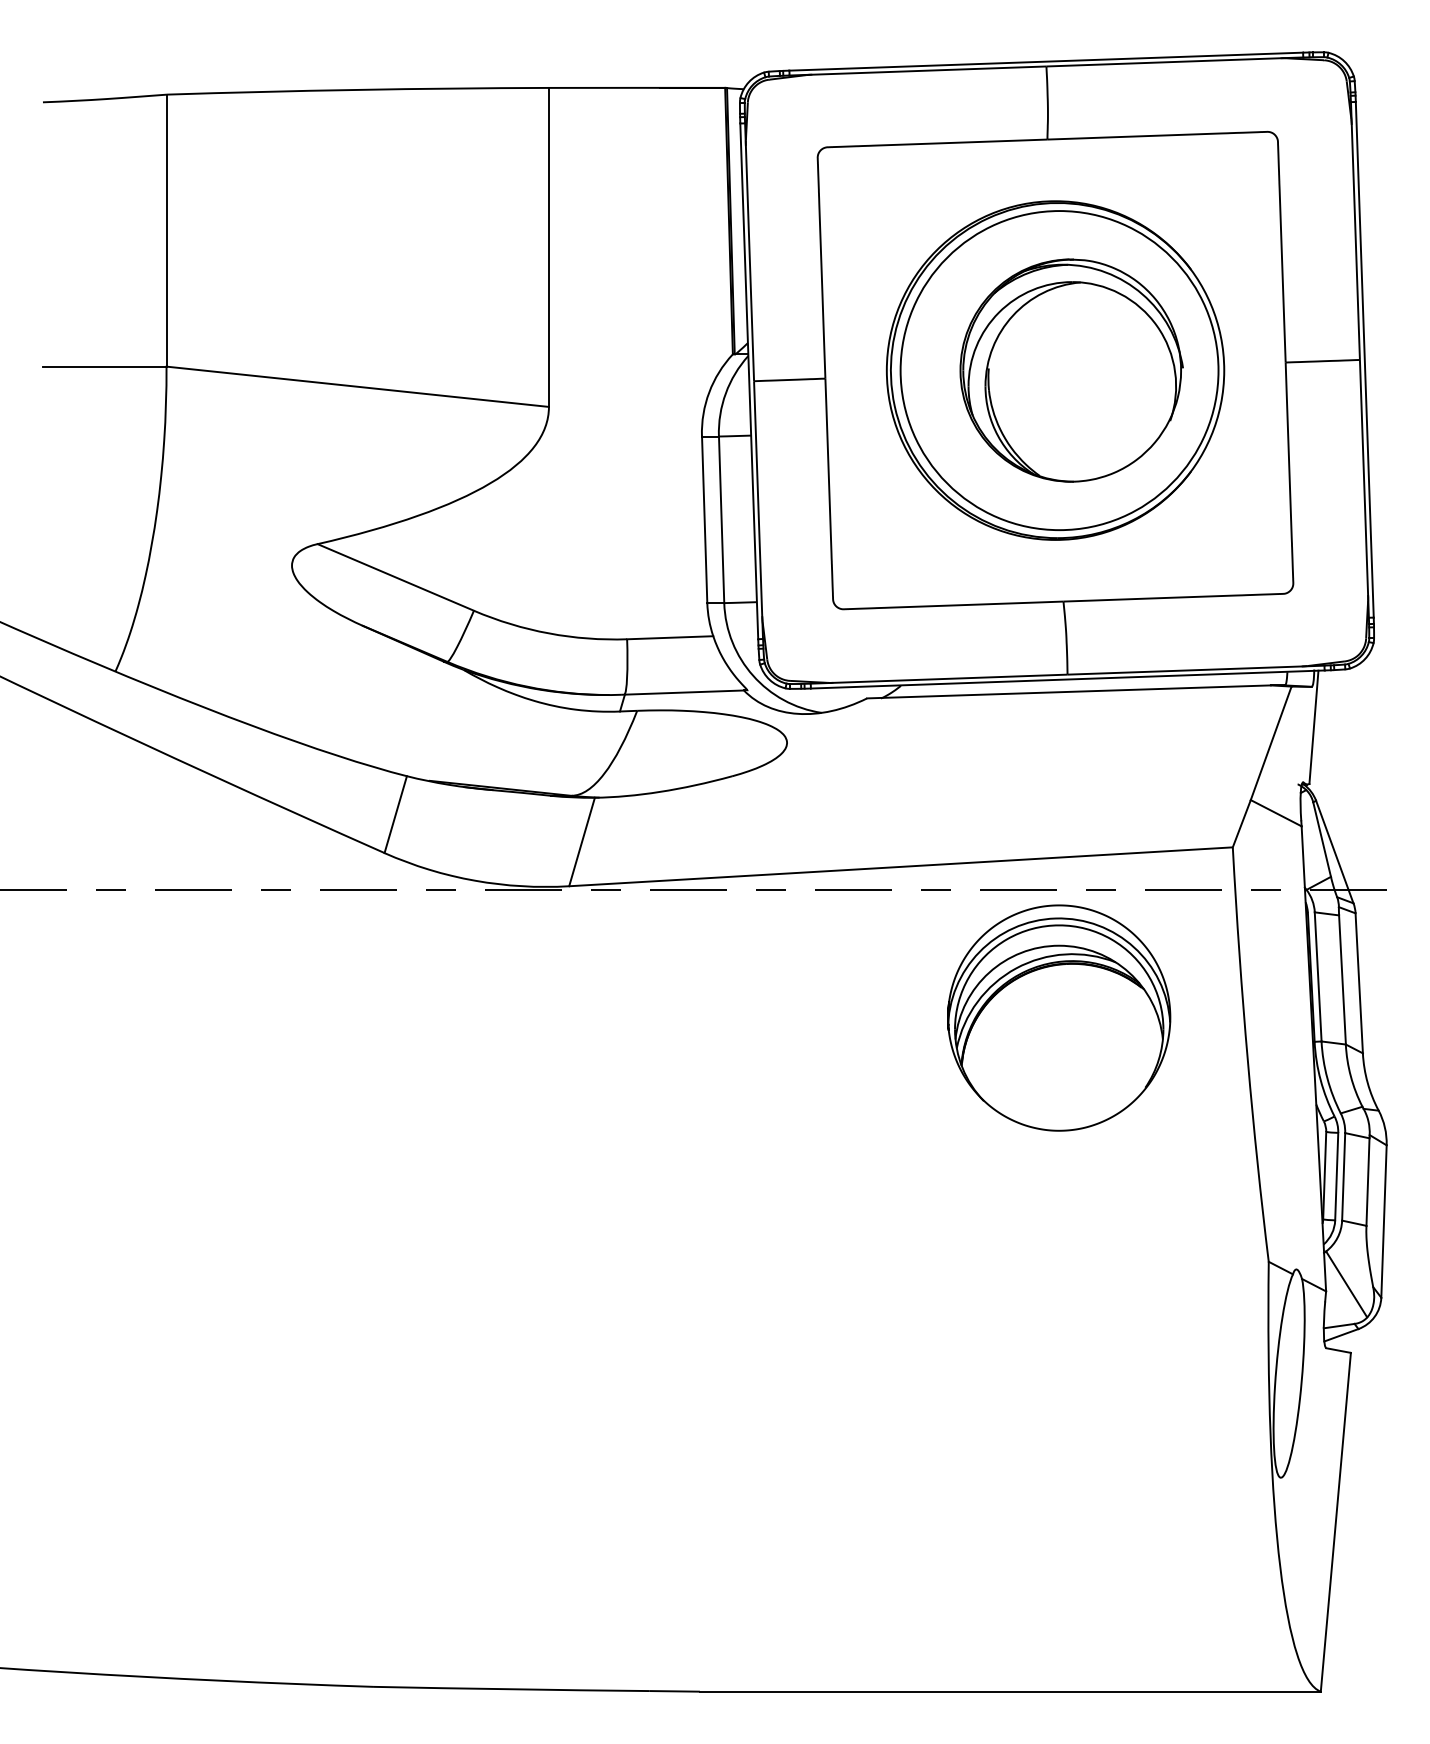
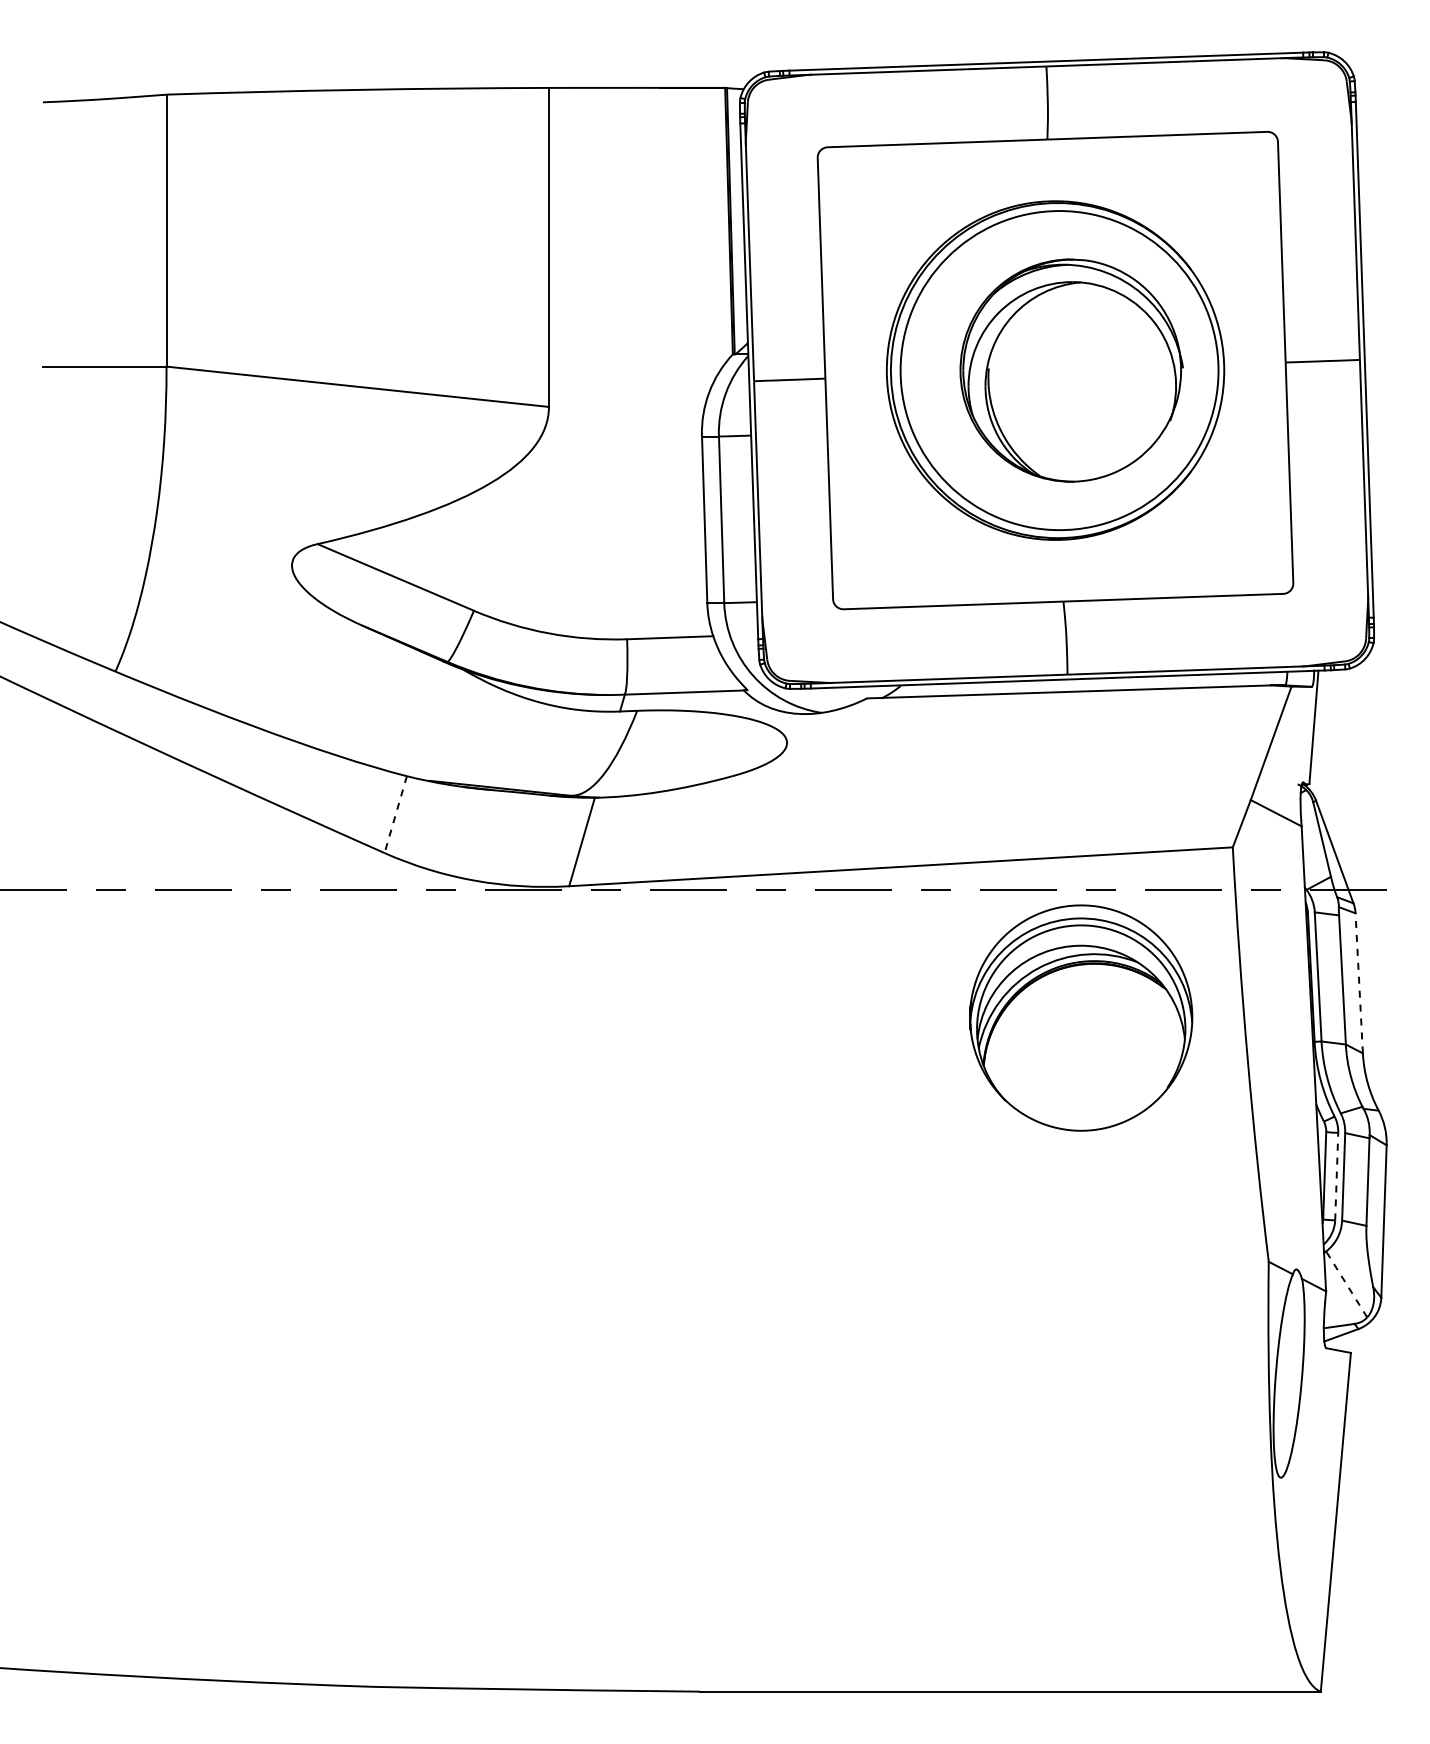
line at (395, 815): solid -> dashed
line at (1359, 982): solid -> dashed
part at (1059, 1017) position: (1059, 1017) -> (1081, 1017)
line at (1336, 1176): solid -> dashed
line at (1346, 1284): solid -> dashed
